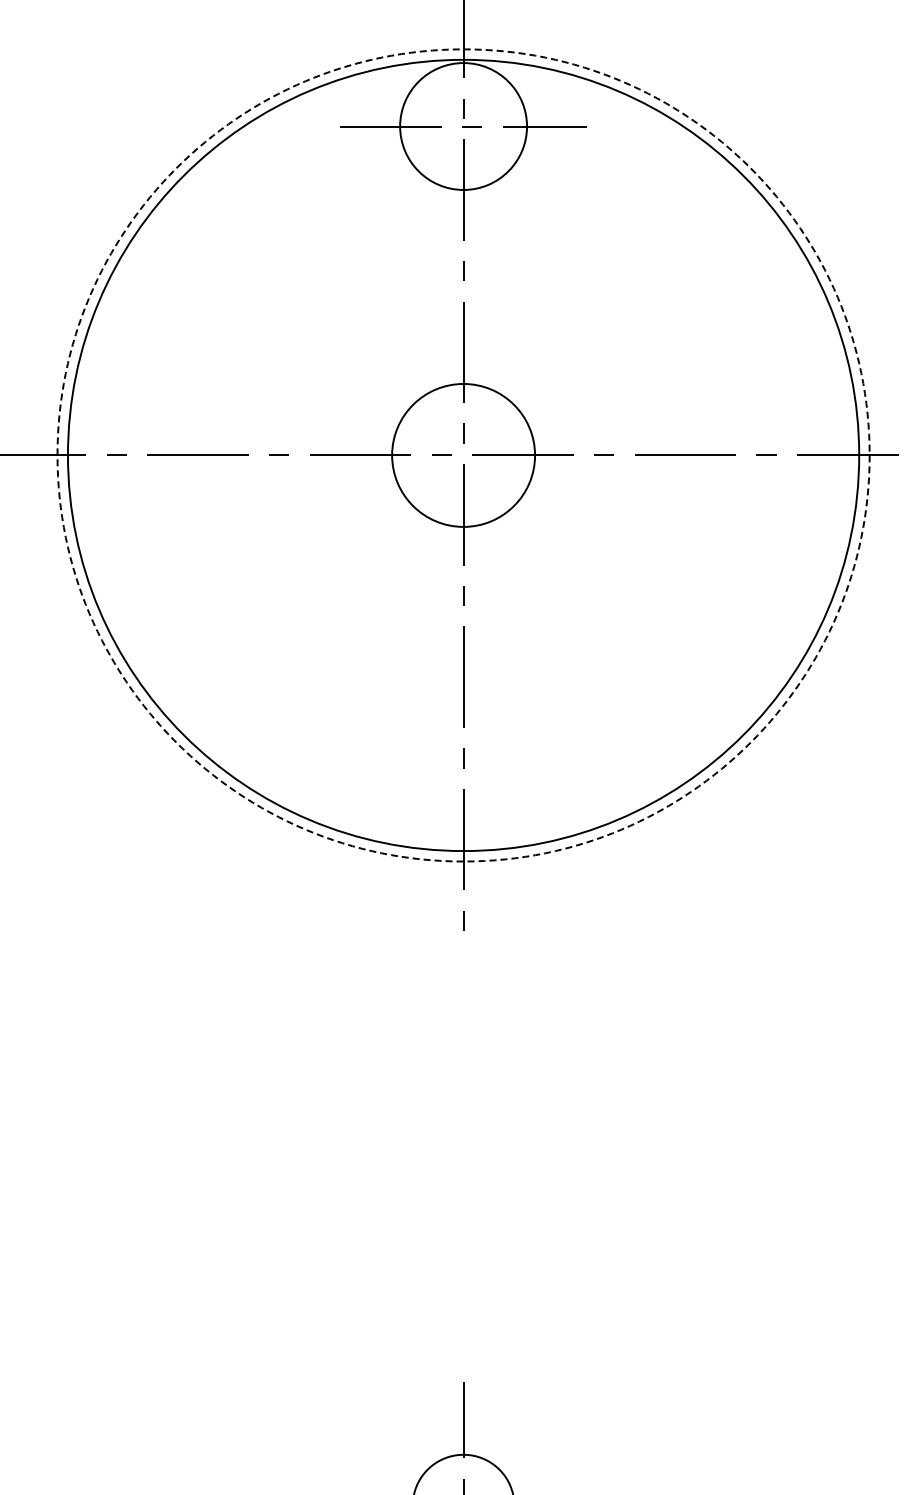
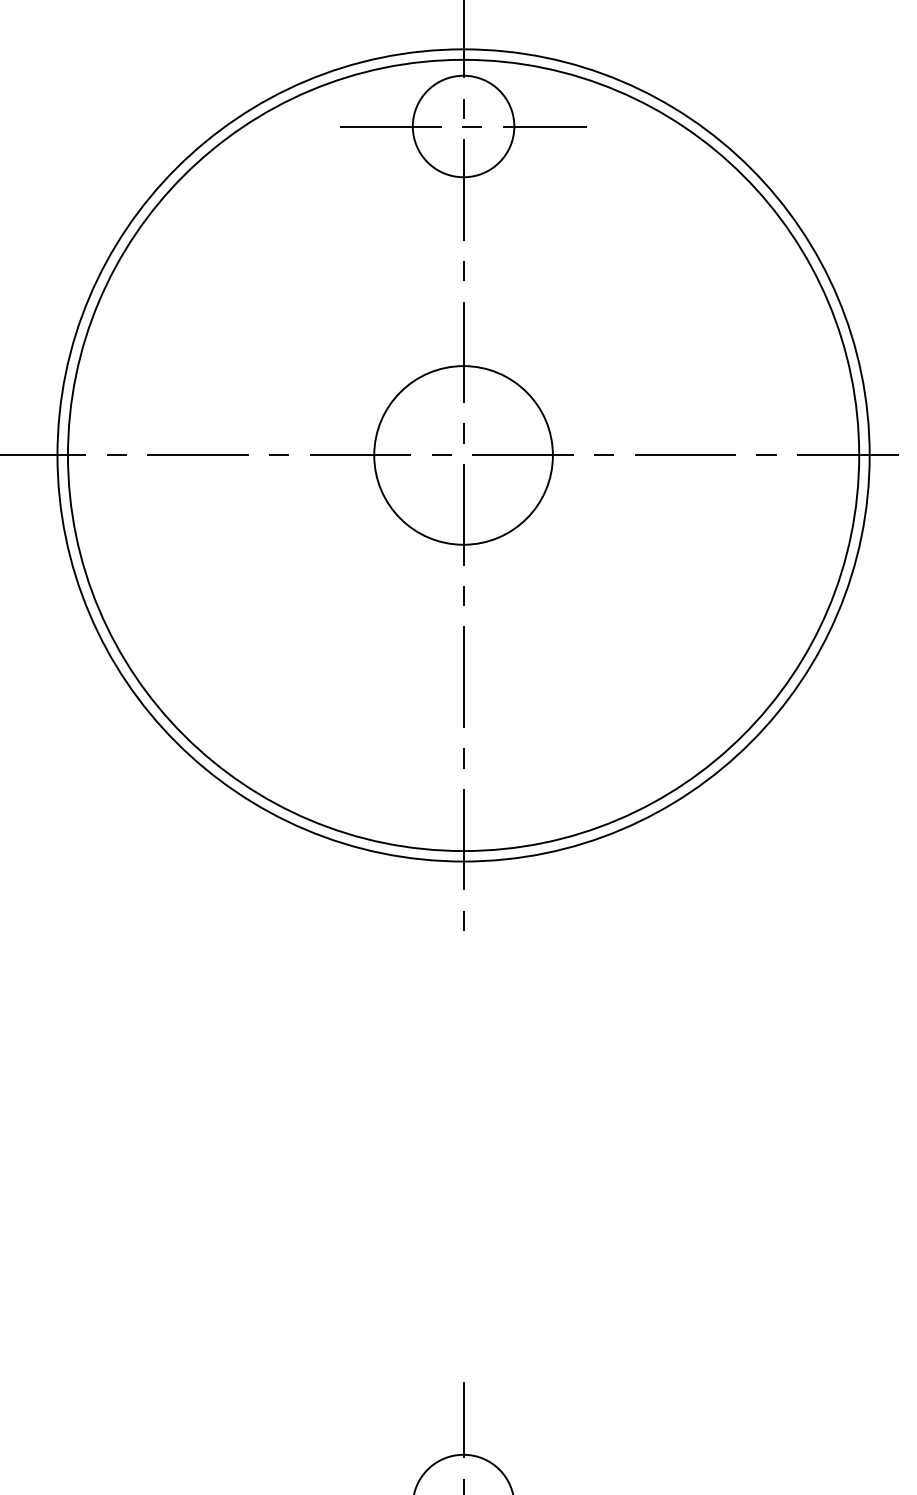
circle at (463, 126) diameter: 127 px -> 102 px
circle at (463, 454) diameter: 143 px -> 179 px
circle at (463, 455): dashed -> solid
